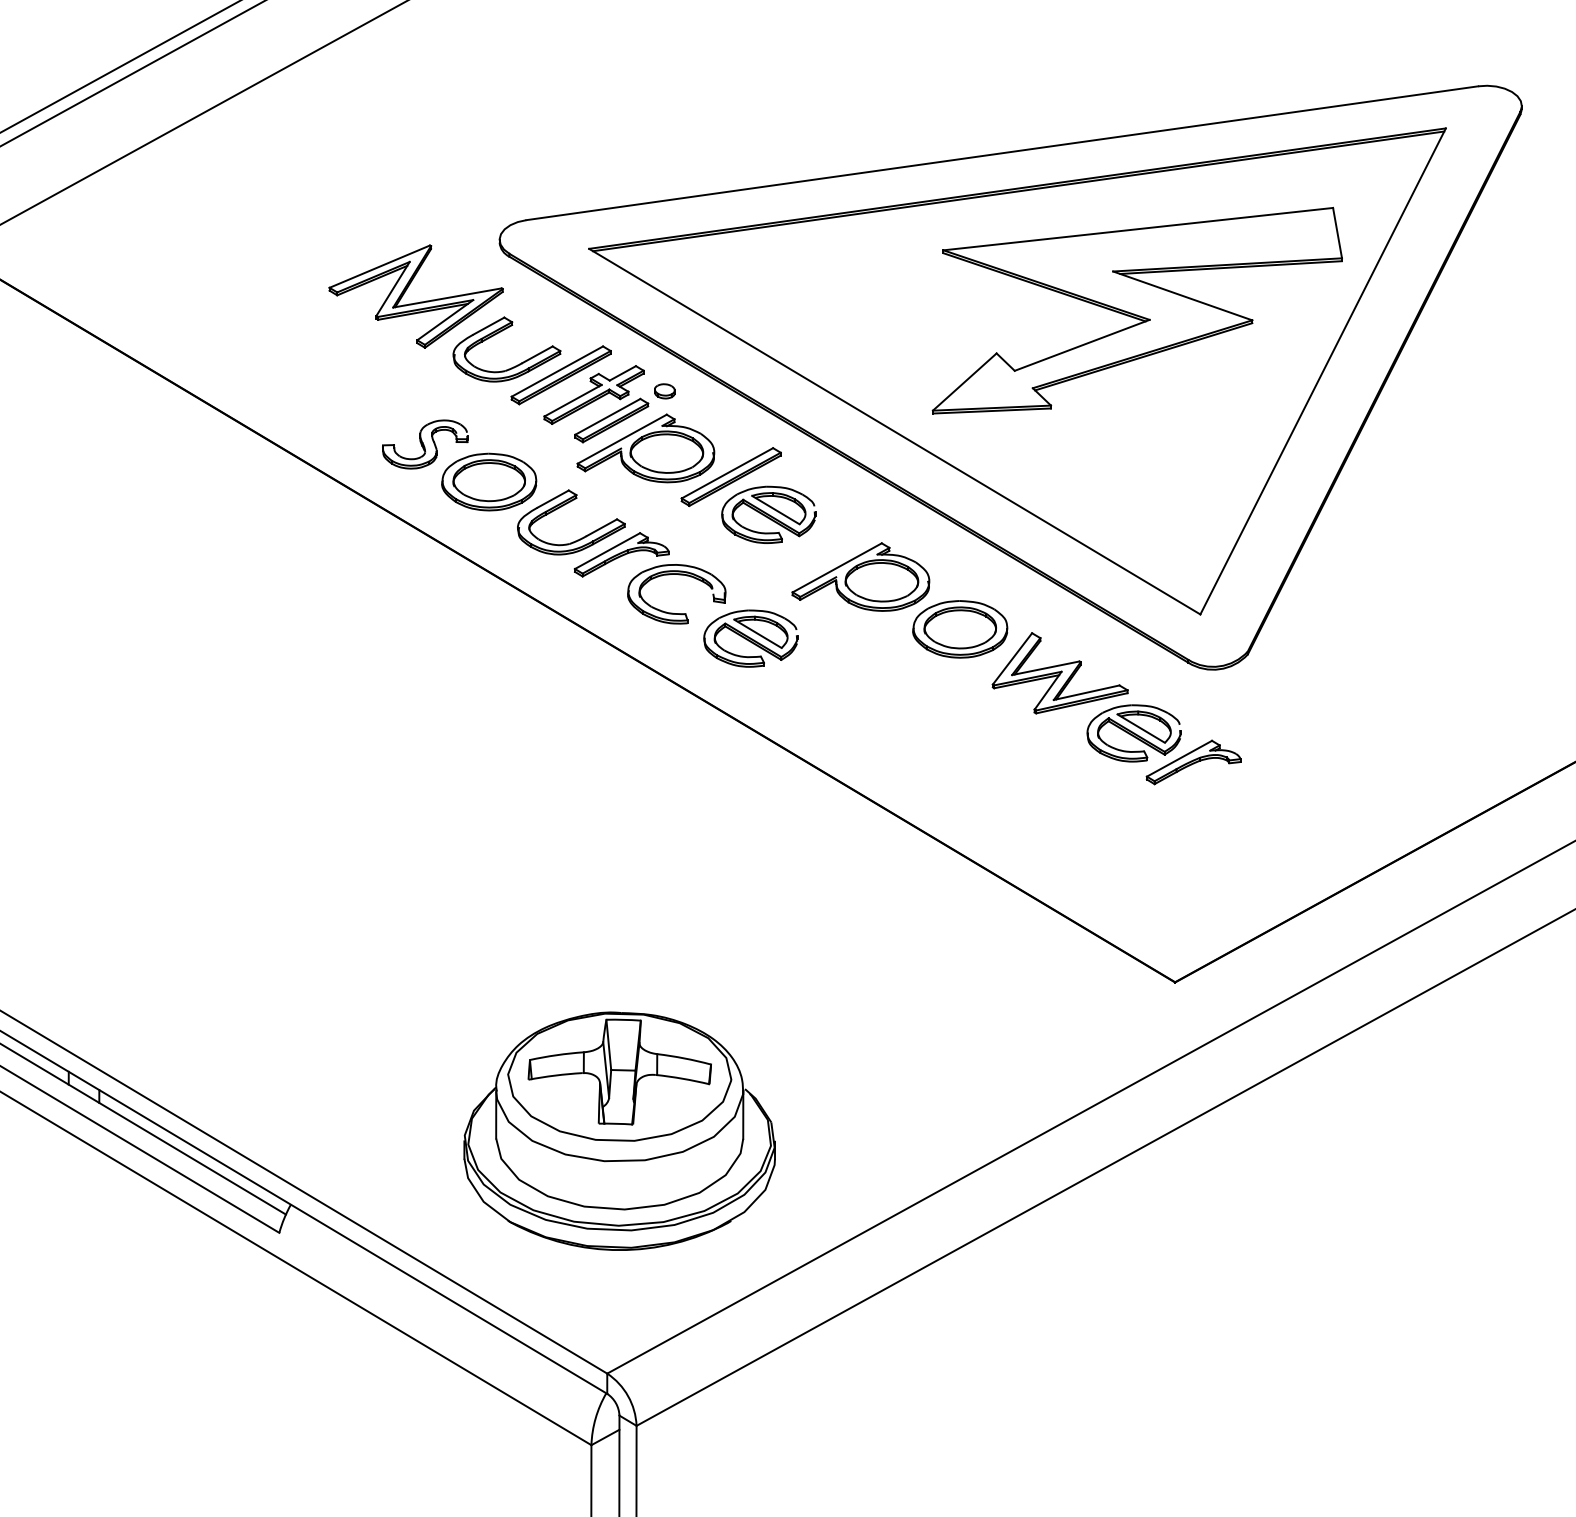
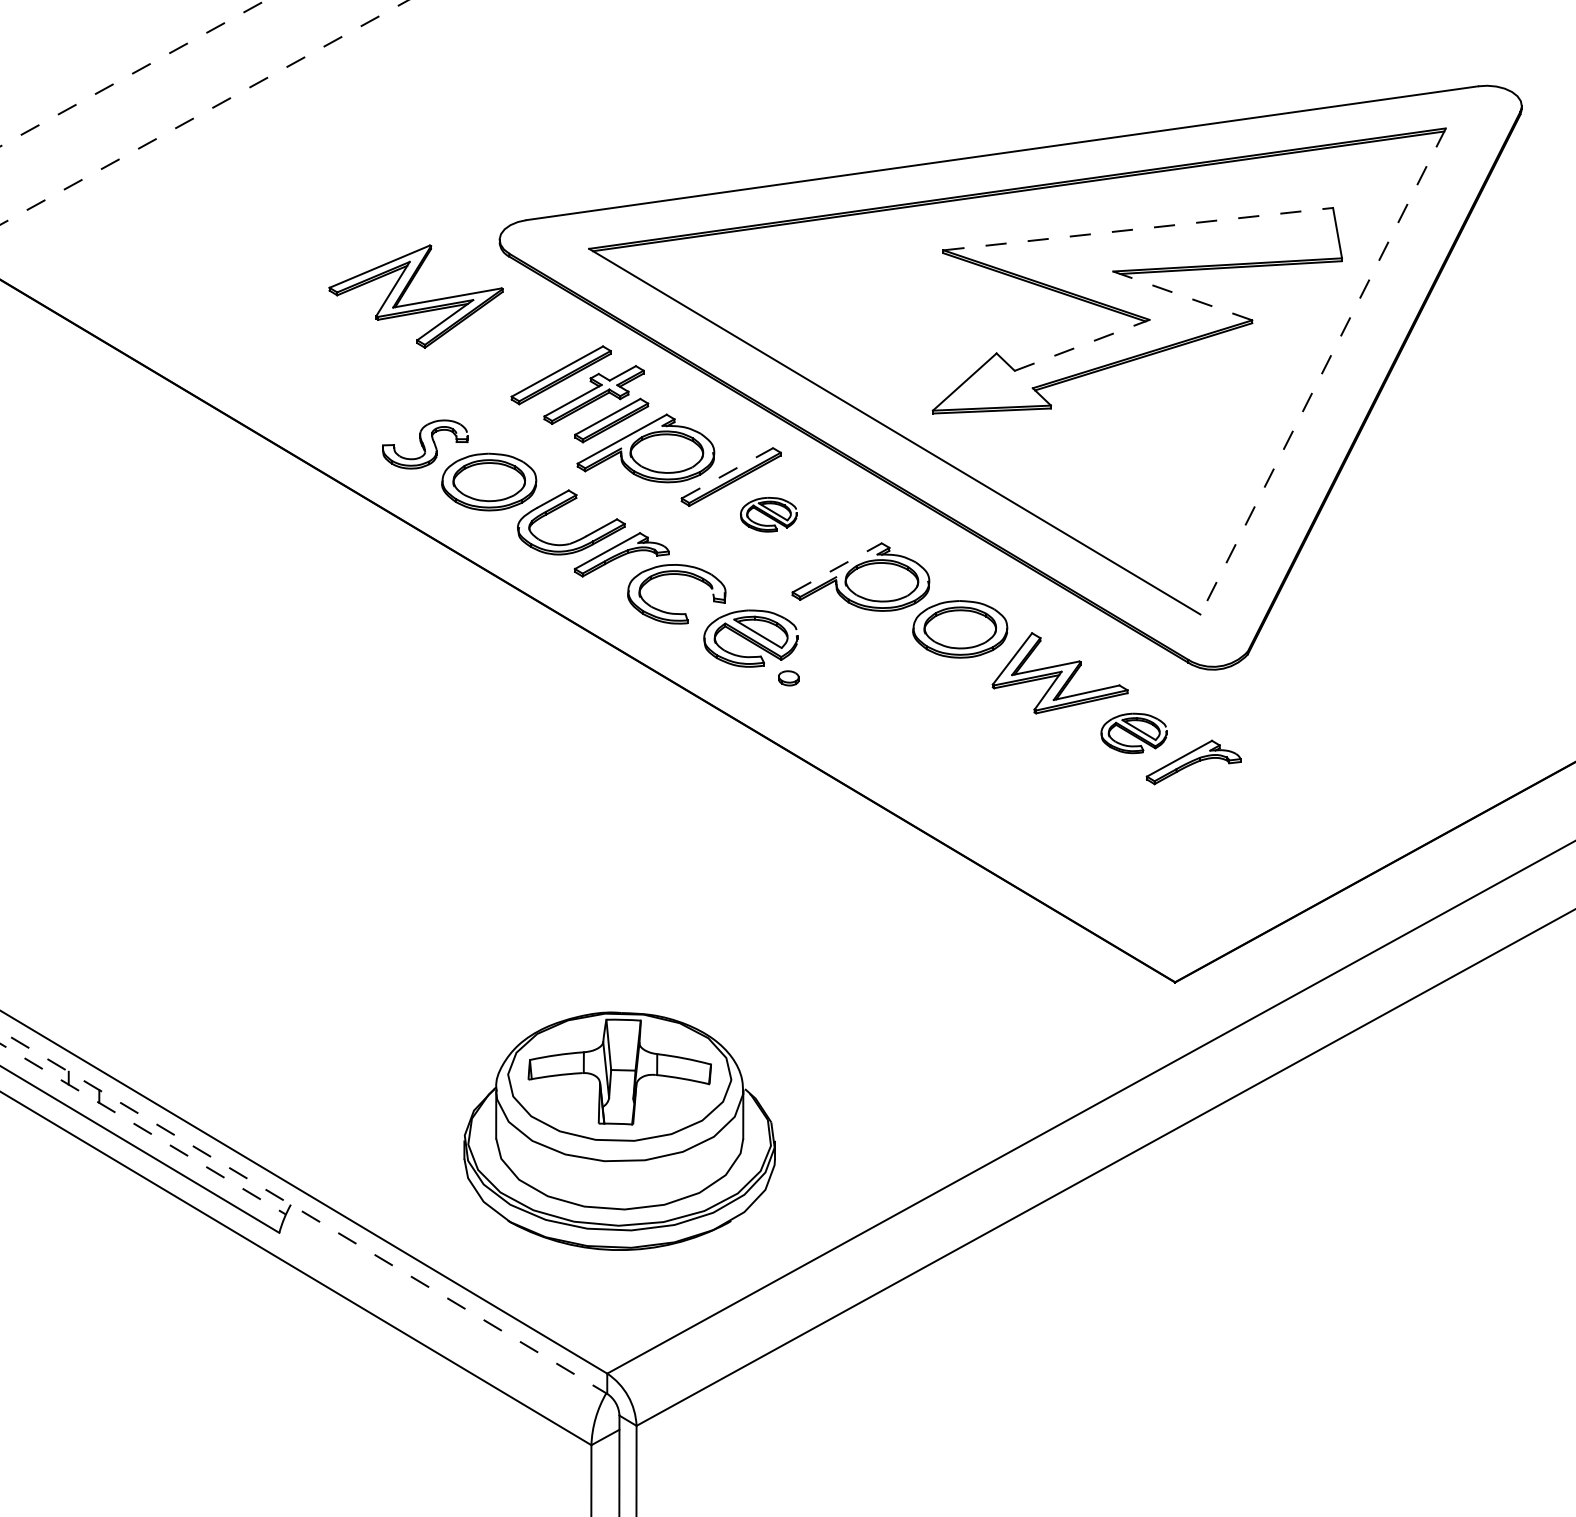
line at (119, 66): present -> none
line at (133, 73): solid -> dashed
line at (204, 112): solid -> dashed
line at (1138, 229): solid -> dashed
line at (1182, 295): solid -> dashed
part at (499, 333): present -> none
line at (1082, 345): solid -> dashed
line at (1322, 371): solid -> dashed
part at (664, 391) position: (664, 391) -> (788, 678)
line at (727, 473): solid -> dashed
part at (768, 514) size: 96x59 px -> 58x36 px
line at (837, 567): solid -> dashed
part at (1133, 733) size: 96x59 px -> 68x43 px
line at (143, 1129): solid -> dashed
line at (303, 1212): solid -> dashed
